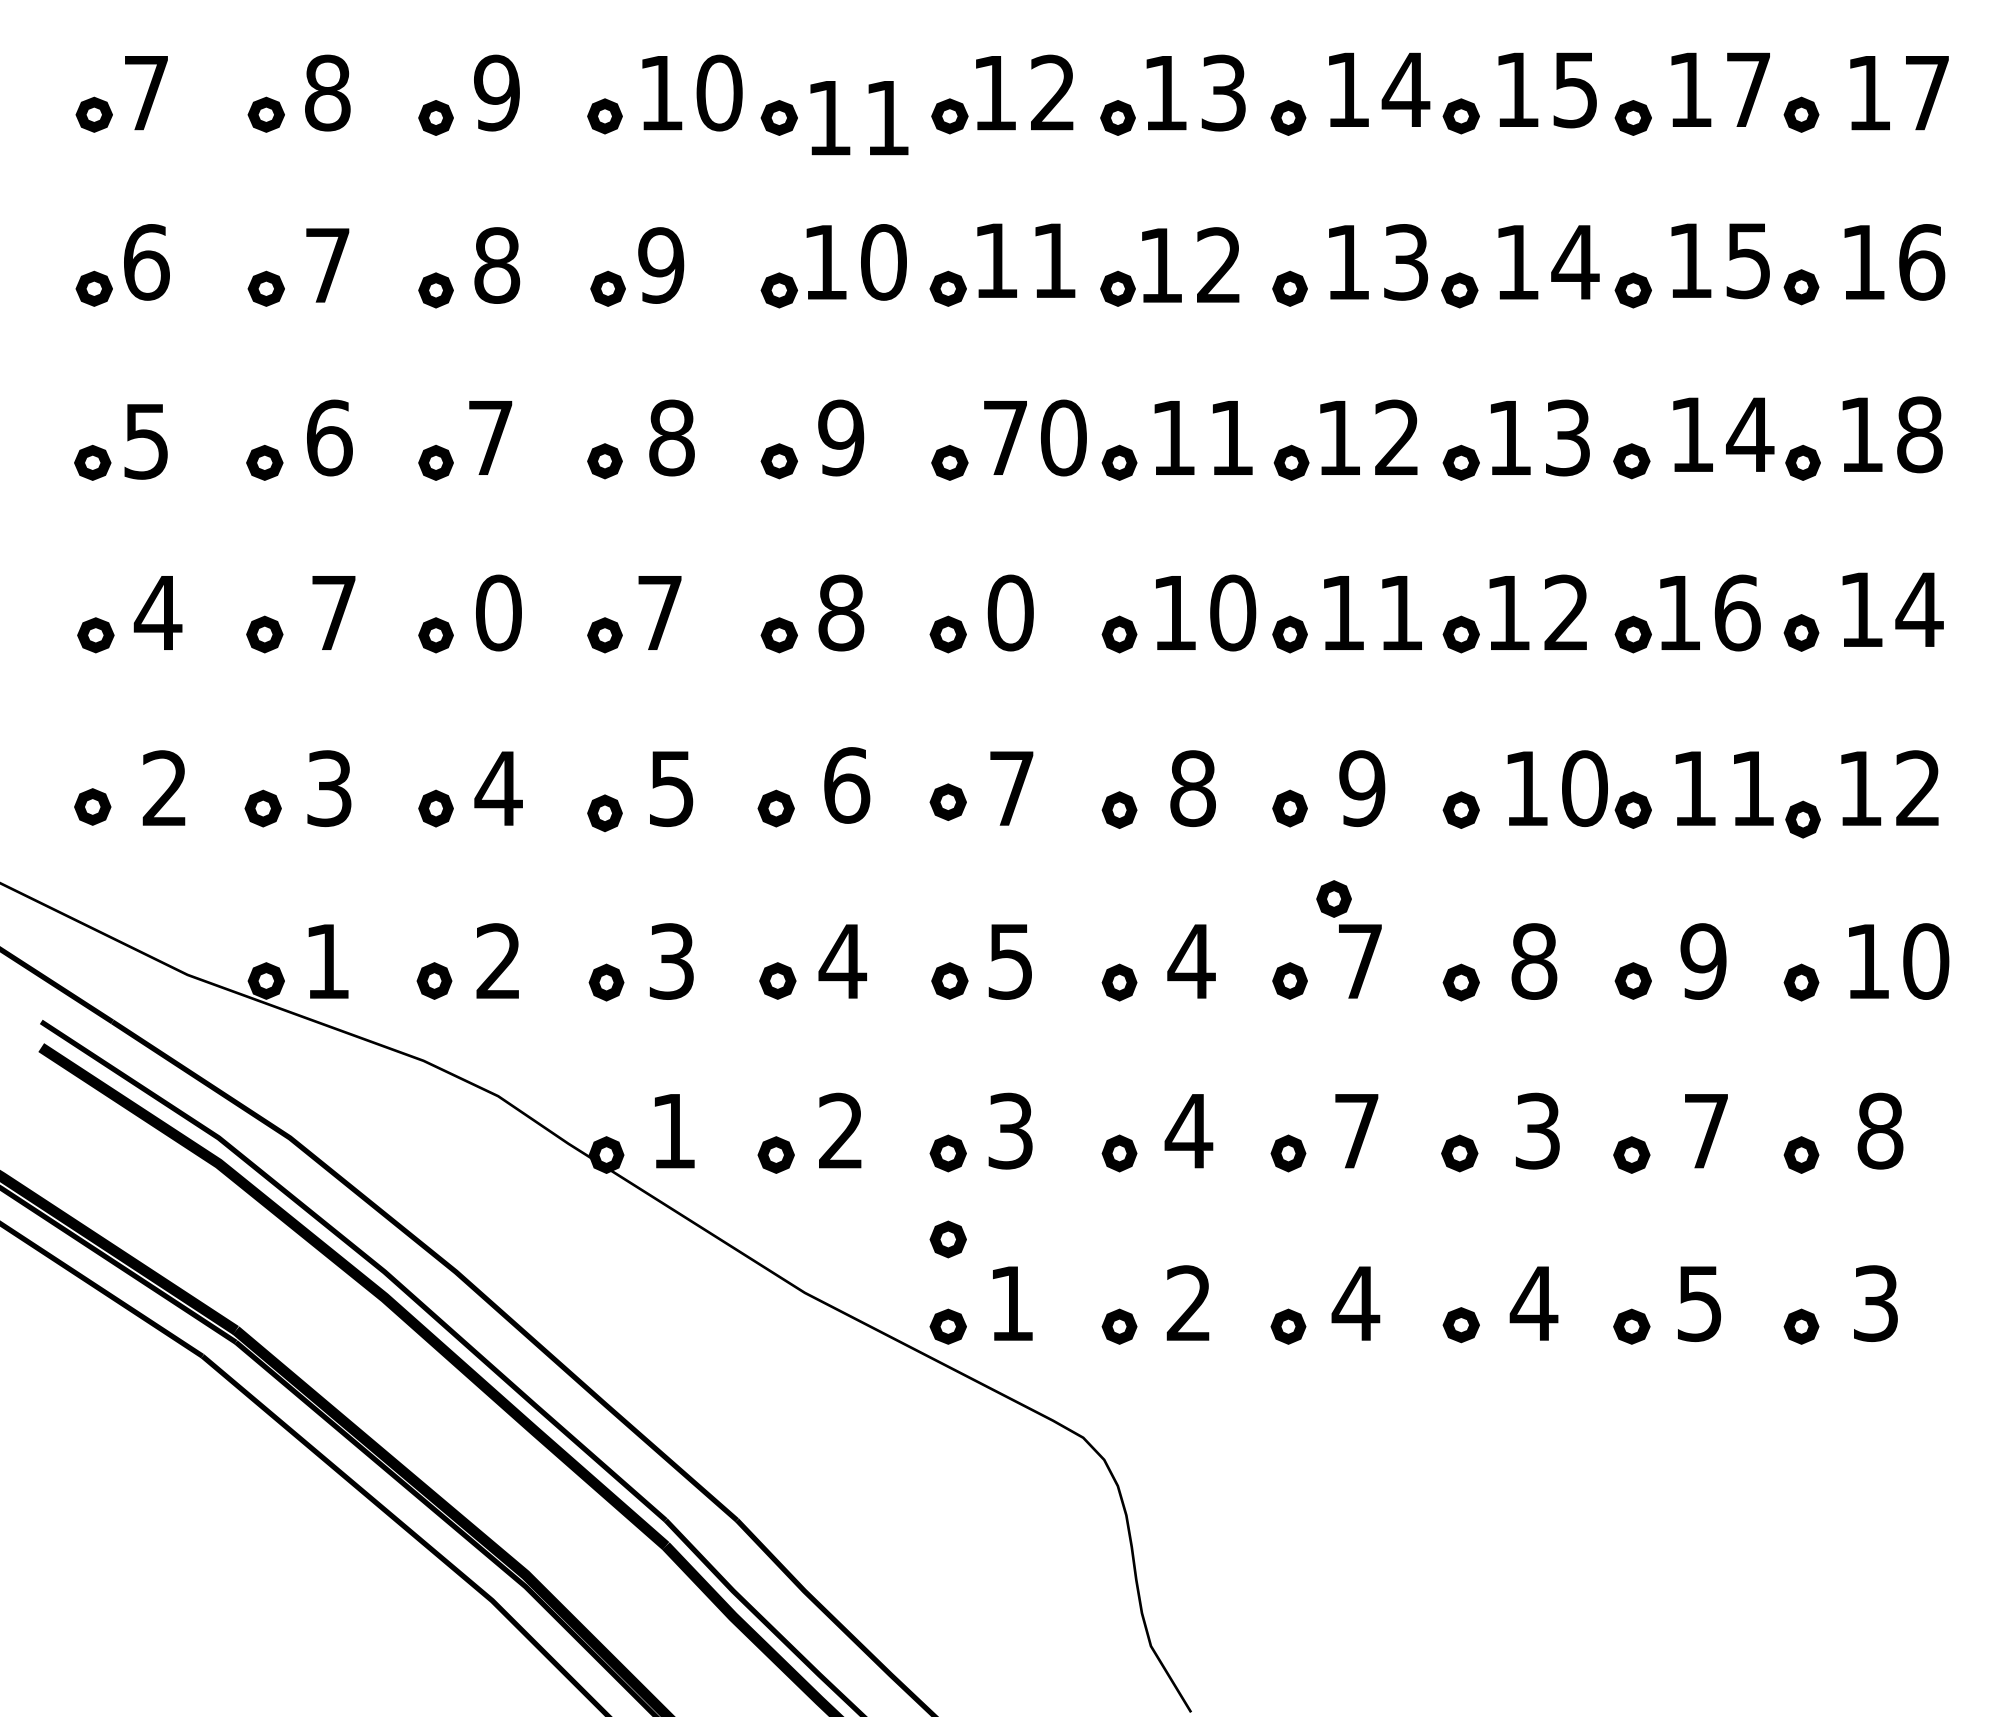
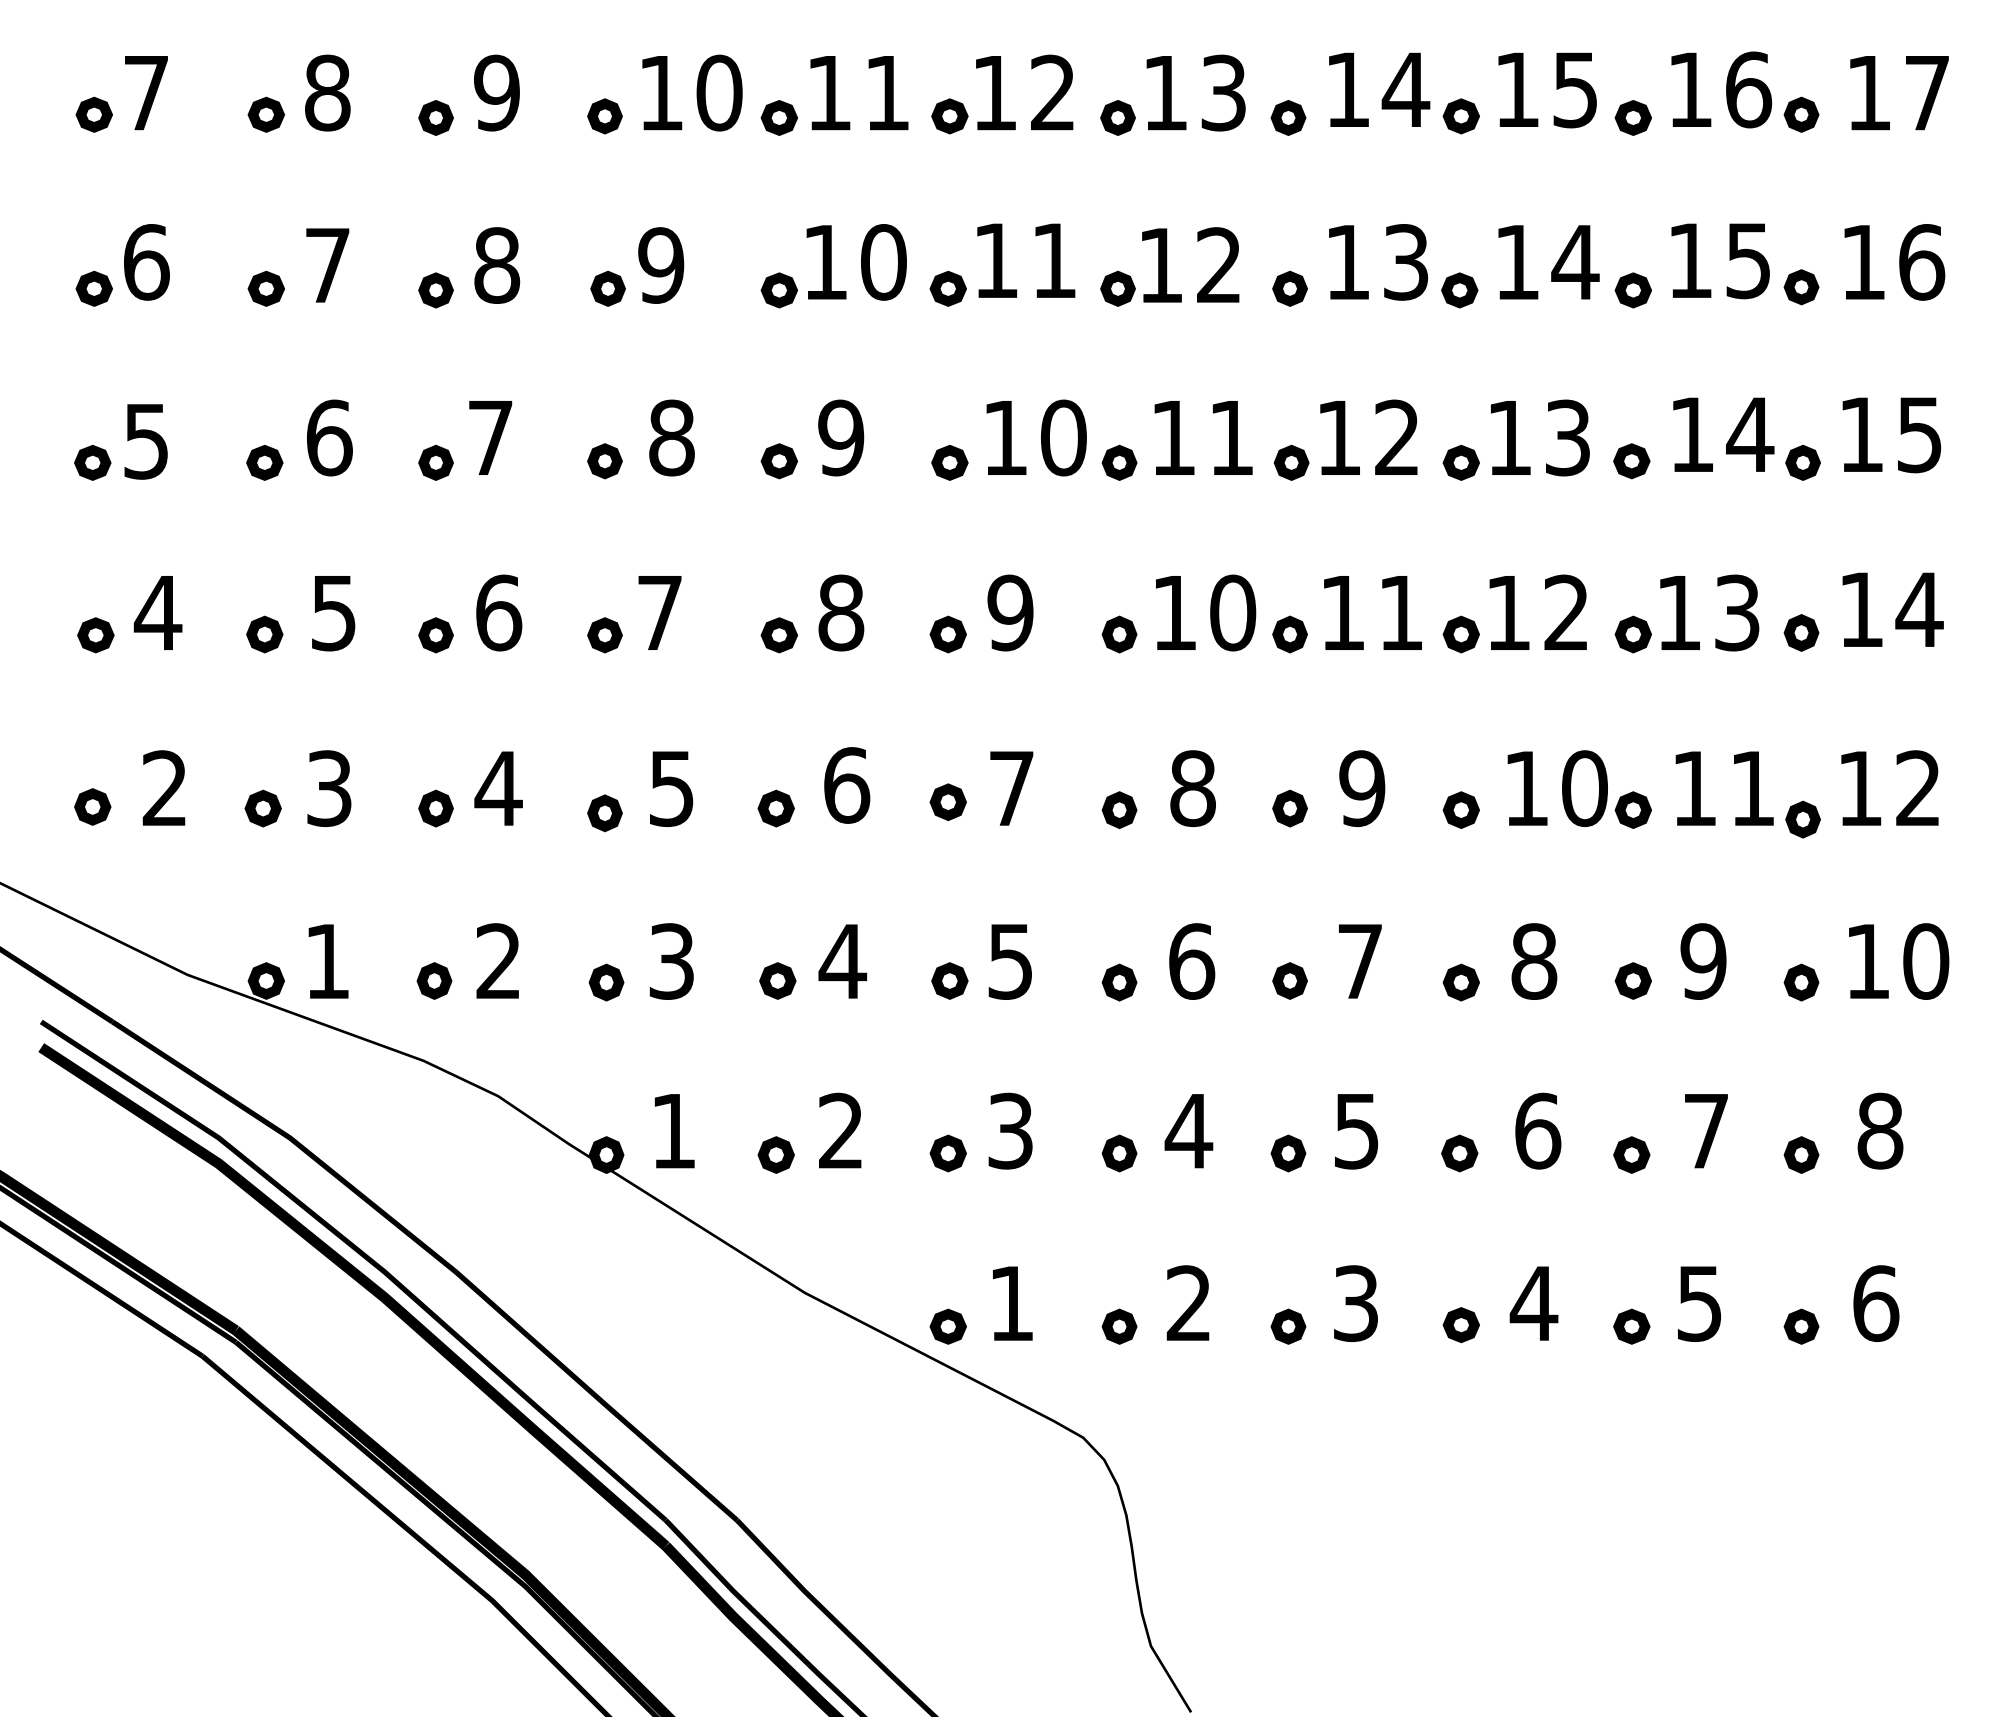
text at (1749, 89): 17 -> 16
text at (859, 118) position: (859, 118) -> (859, 93)
text at (1919, 434): 18 -> 15
text at (1005, 437): 70 -> 10
text at (499, 612): 0 -> 6
text at (1010, 612): 0 -> 9
text at (1737, 612): 16 -> 13
text at (333, 613): 7 -> 5
part at (1333, 898): present -> none
text at (1191, 961): 4 -> 6
text at (1538, 1130): 3 -> 6
text at (1356, 1131): 7 -> 5
part at (947, 1239): present -> none
text at (1355, 1303): 4 -> 3
text at (1876, 1303): 3 -> 6
